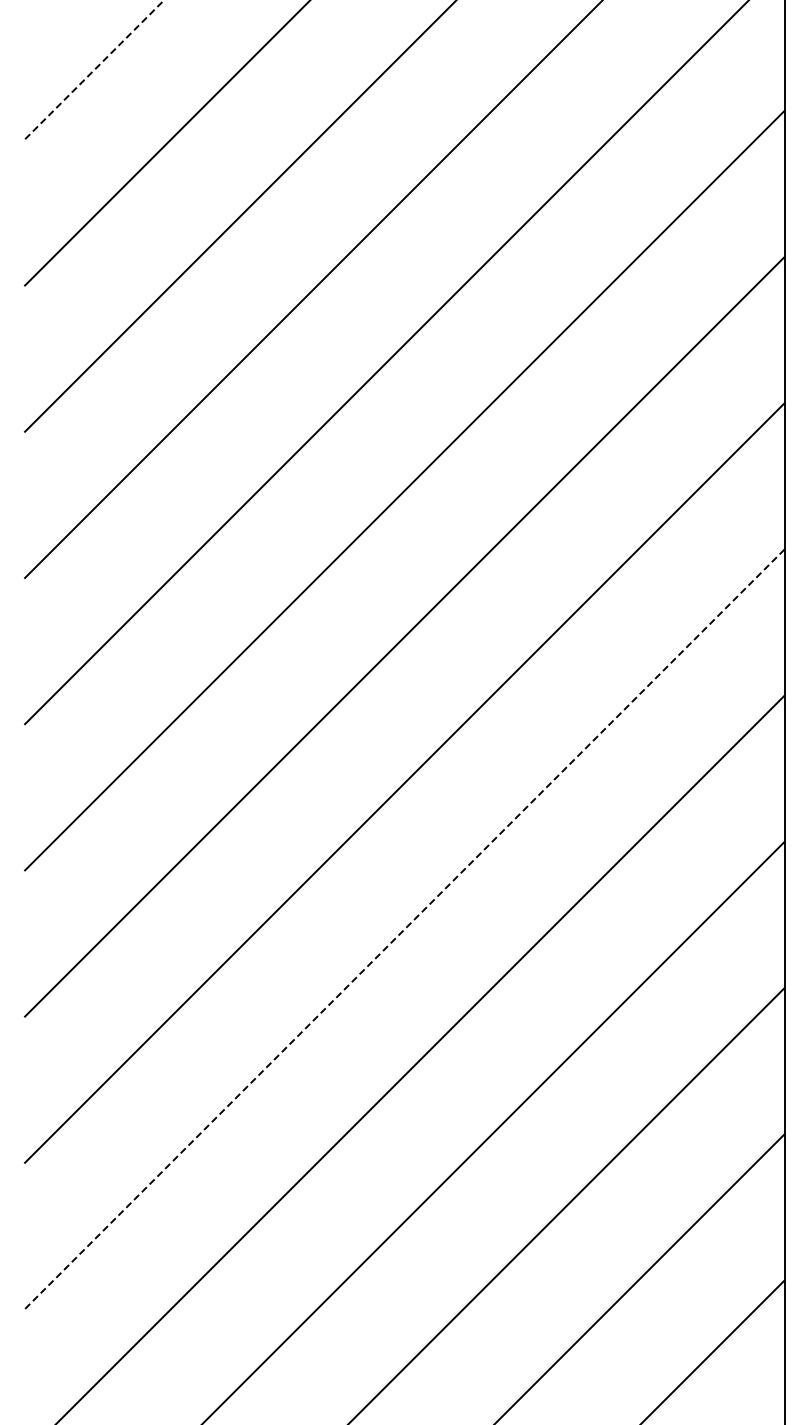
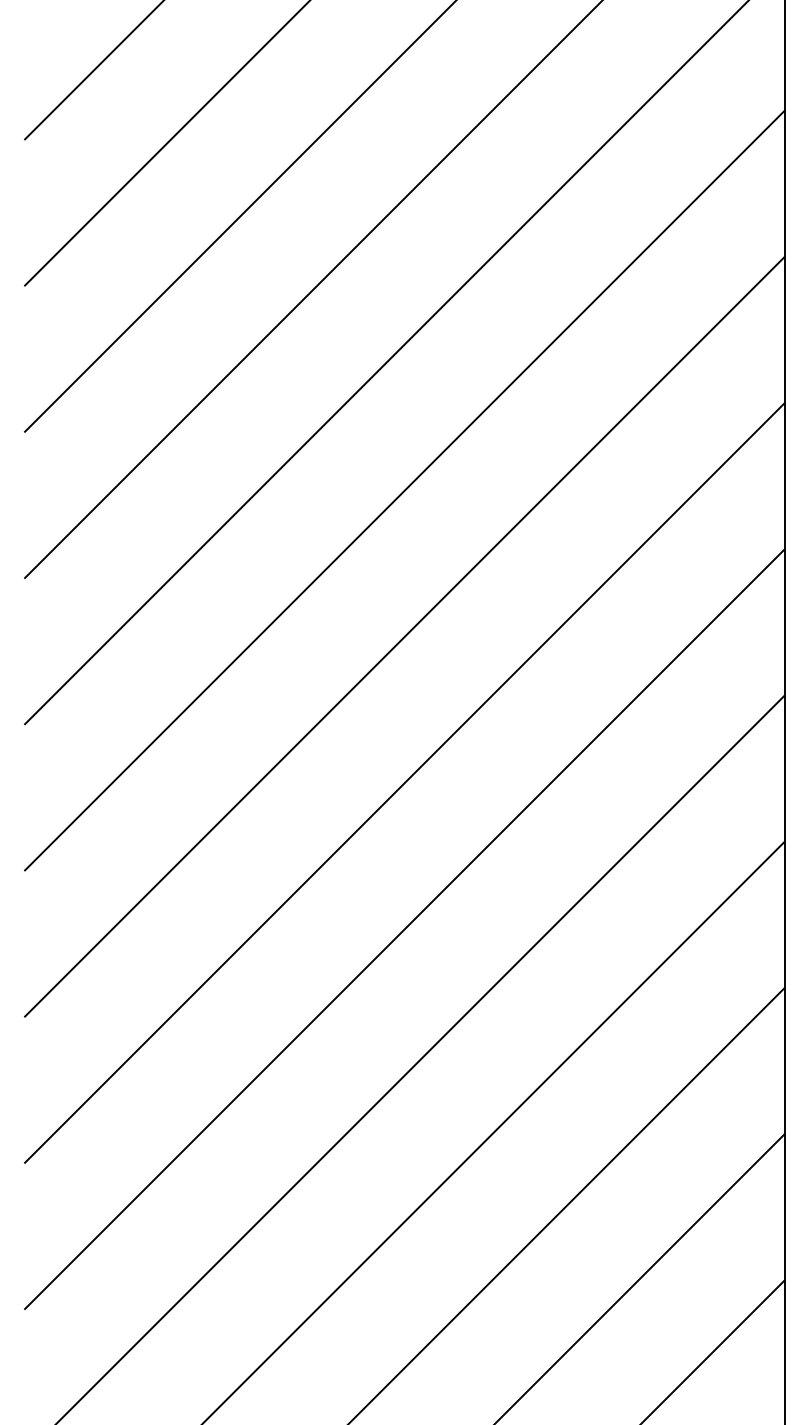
line at (94, 70): dashed -> solid
line at (404, 929): dashed -> solid
